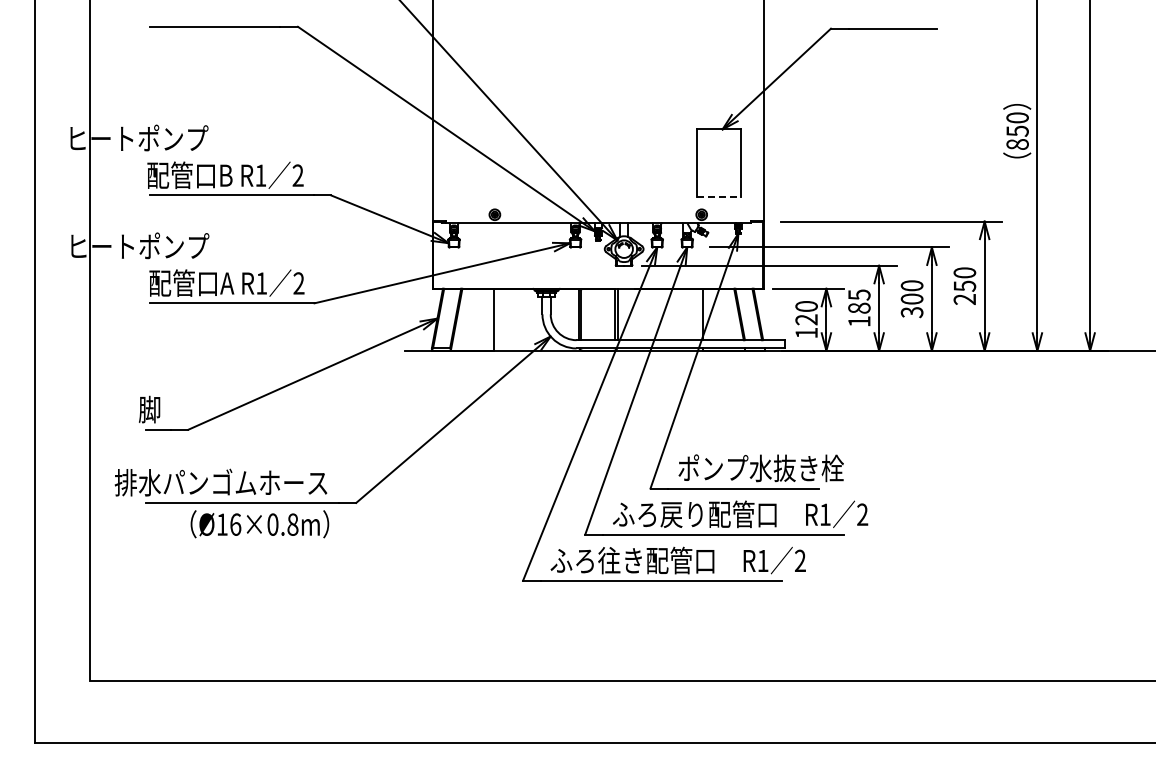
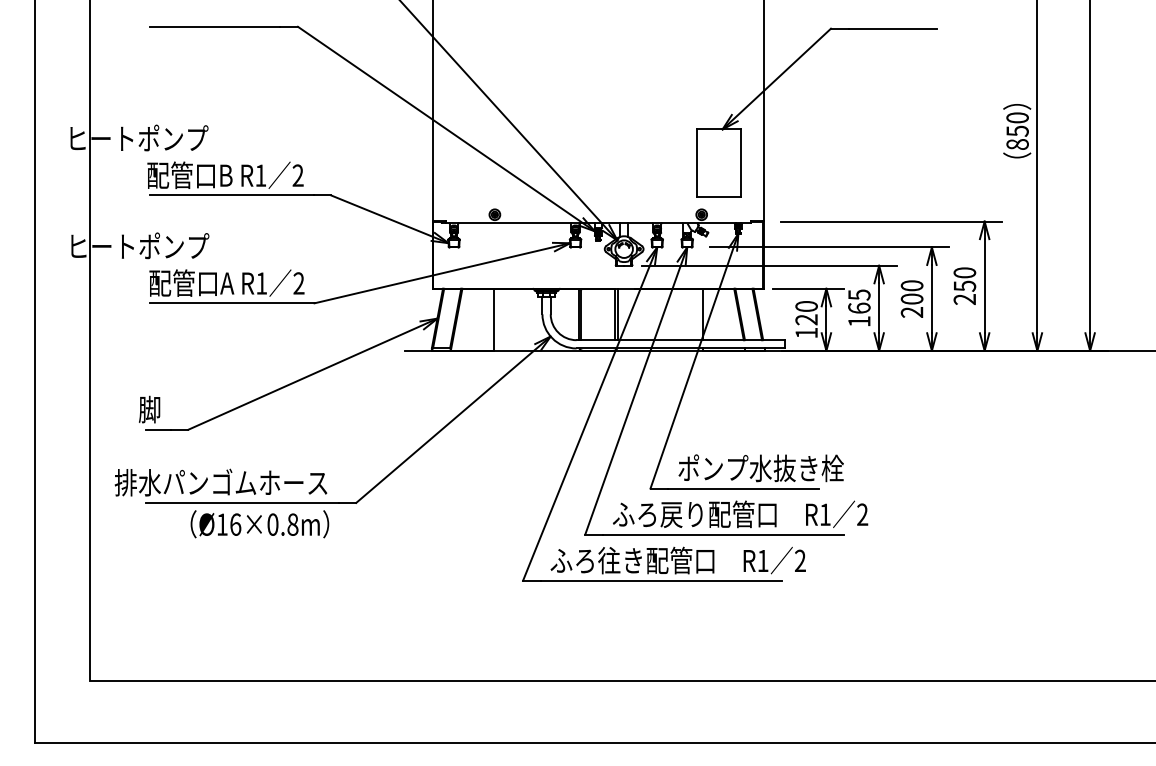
line at (719, 196): dashed -> solid
text at (859, 307): 185 -> 165
text at (912, 312): 300 -> 200
